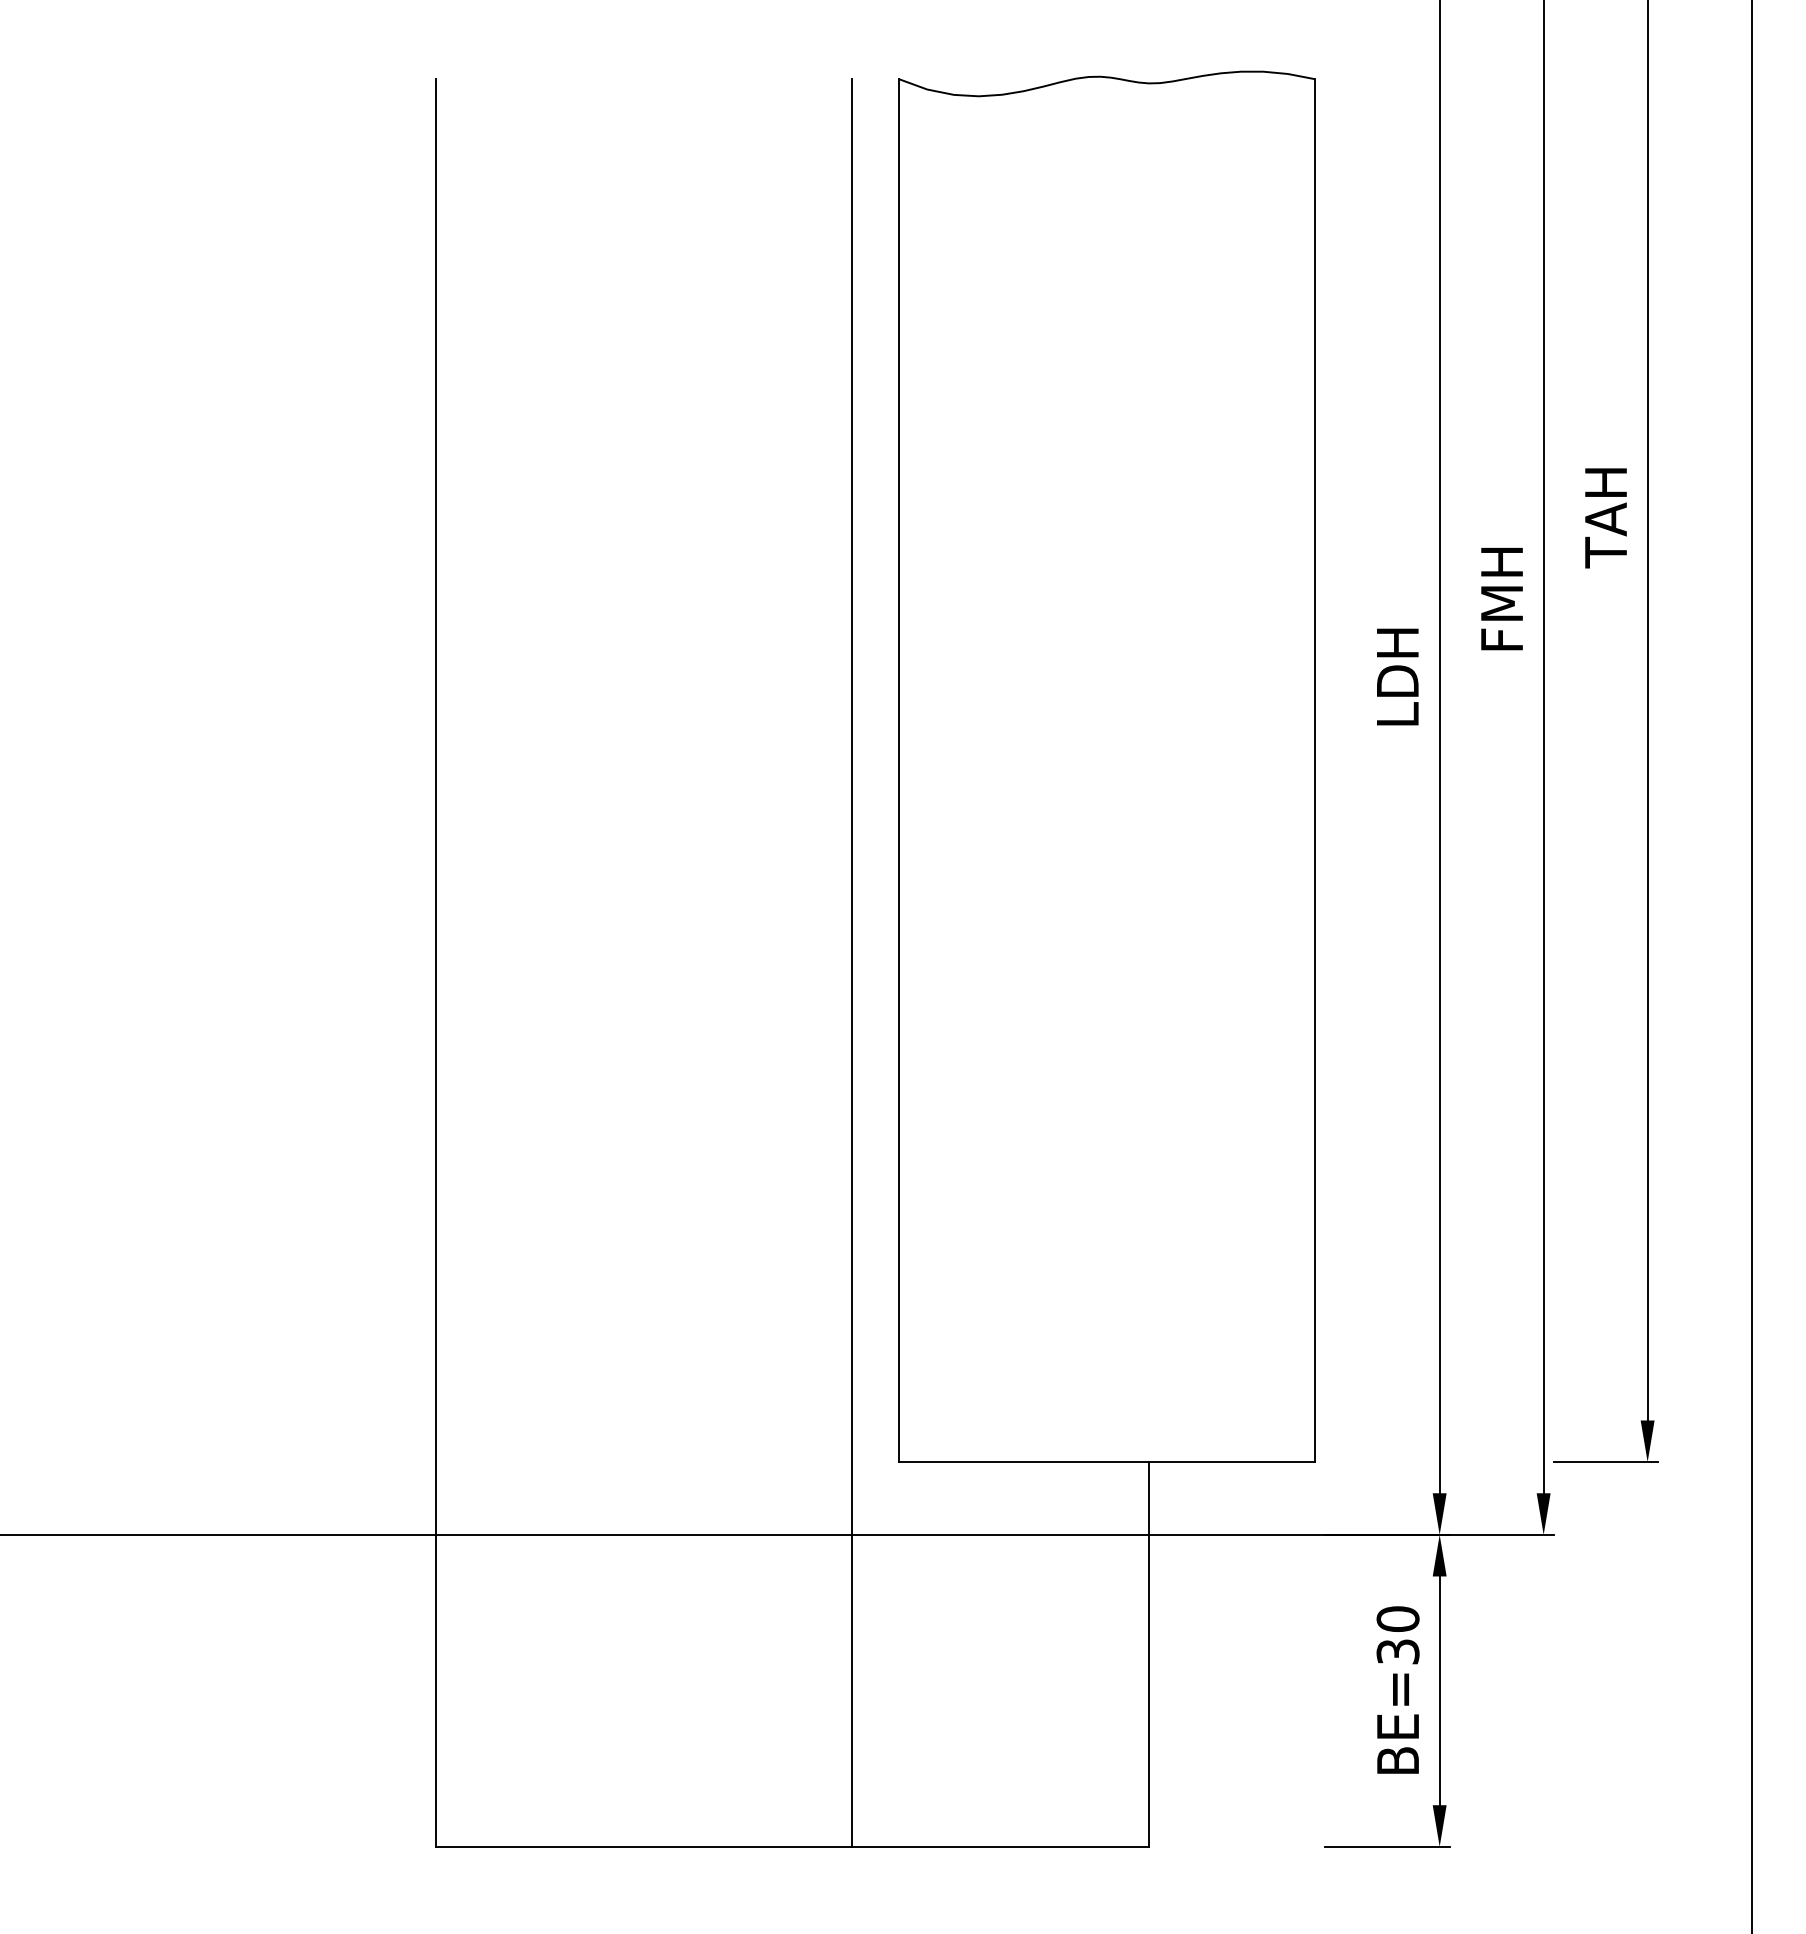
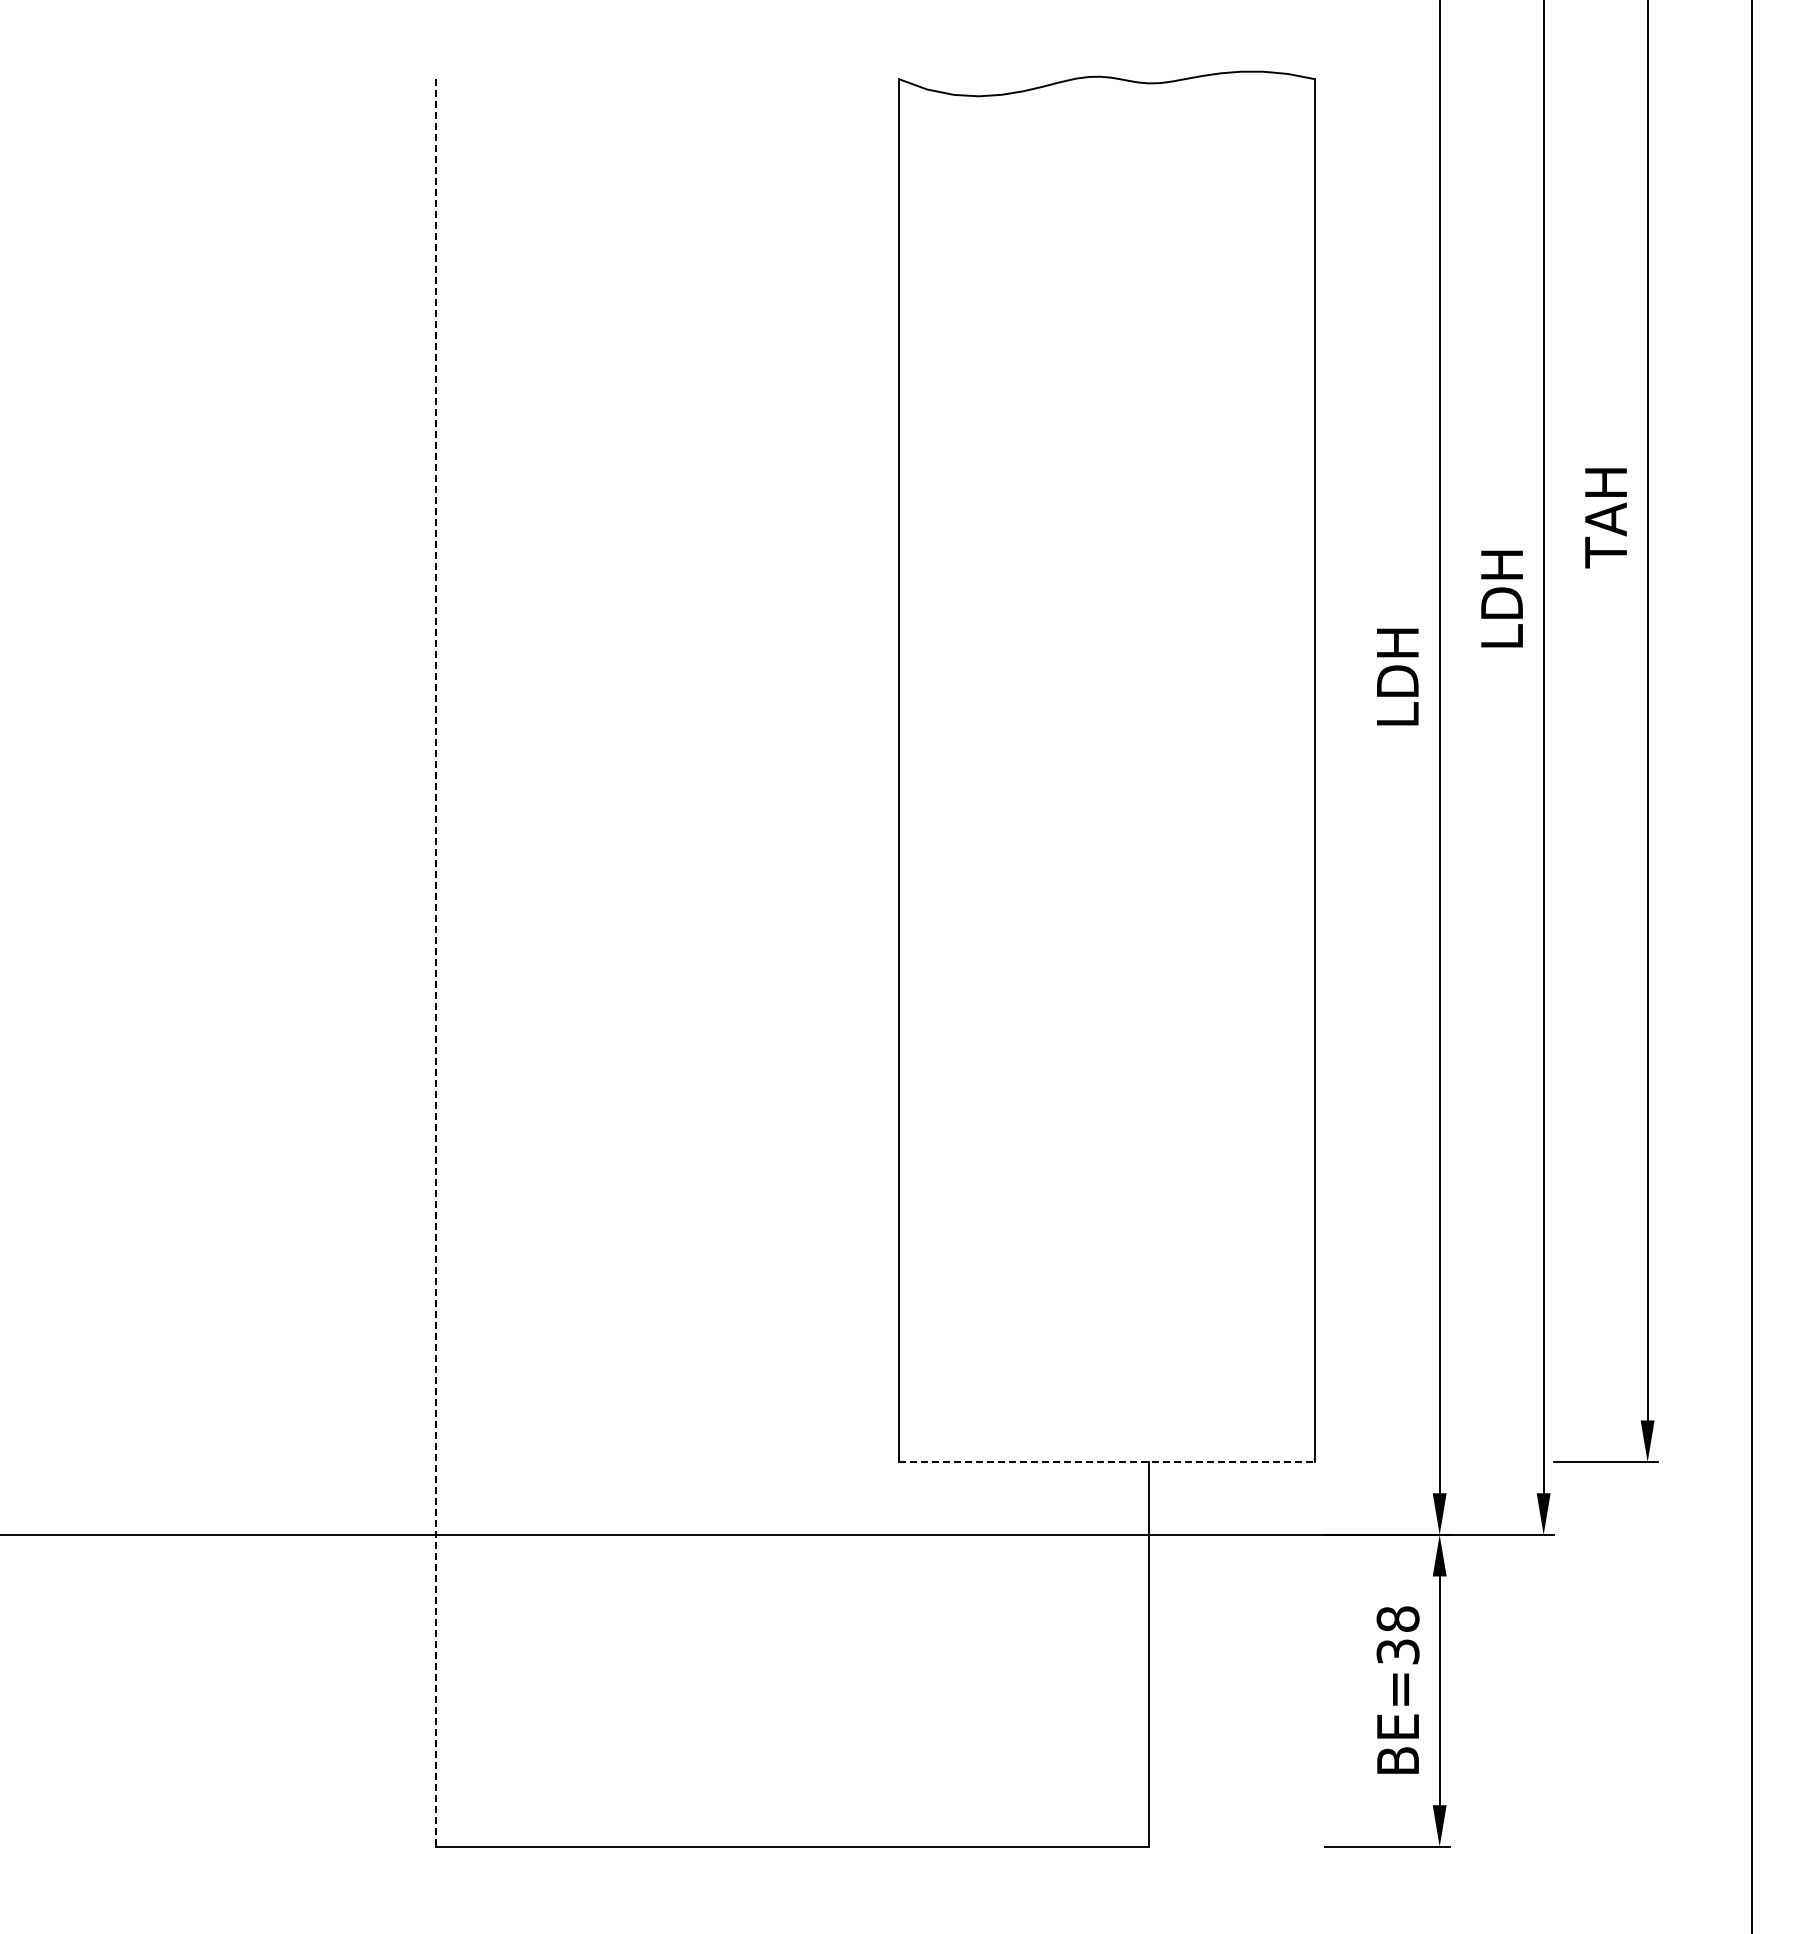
text at (1501, 598): FMH -> LDH
line at (436, 962): solid -> dashed
line at (852, 962): present -> none
line at (1106, 1462): solid -> dashed
text at (1397, 1619): BE=30 -> BE=38
